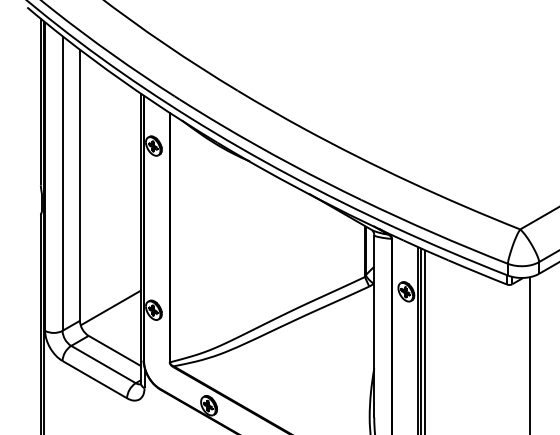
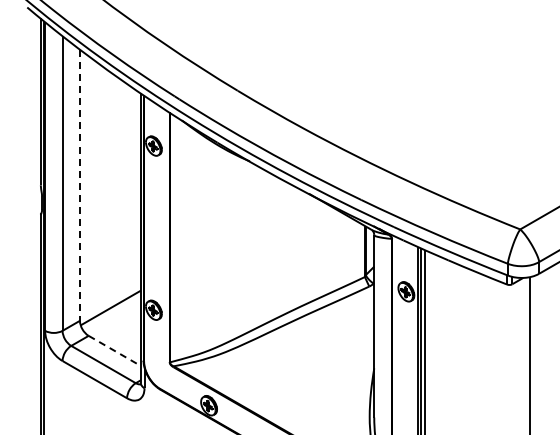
line at (79, 185): solid -> dashed
line at (115, 351): solid -> dashed
